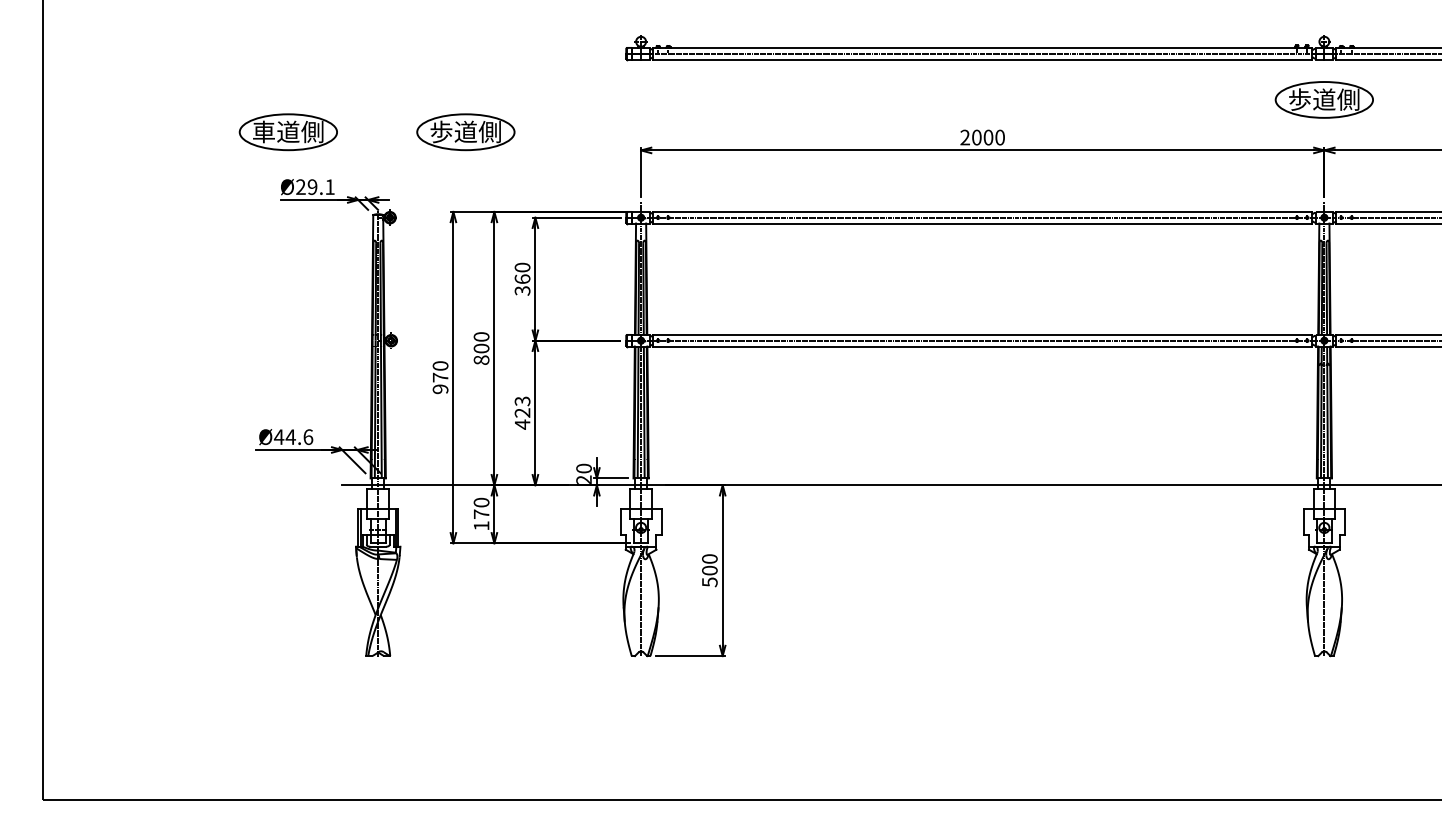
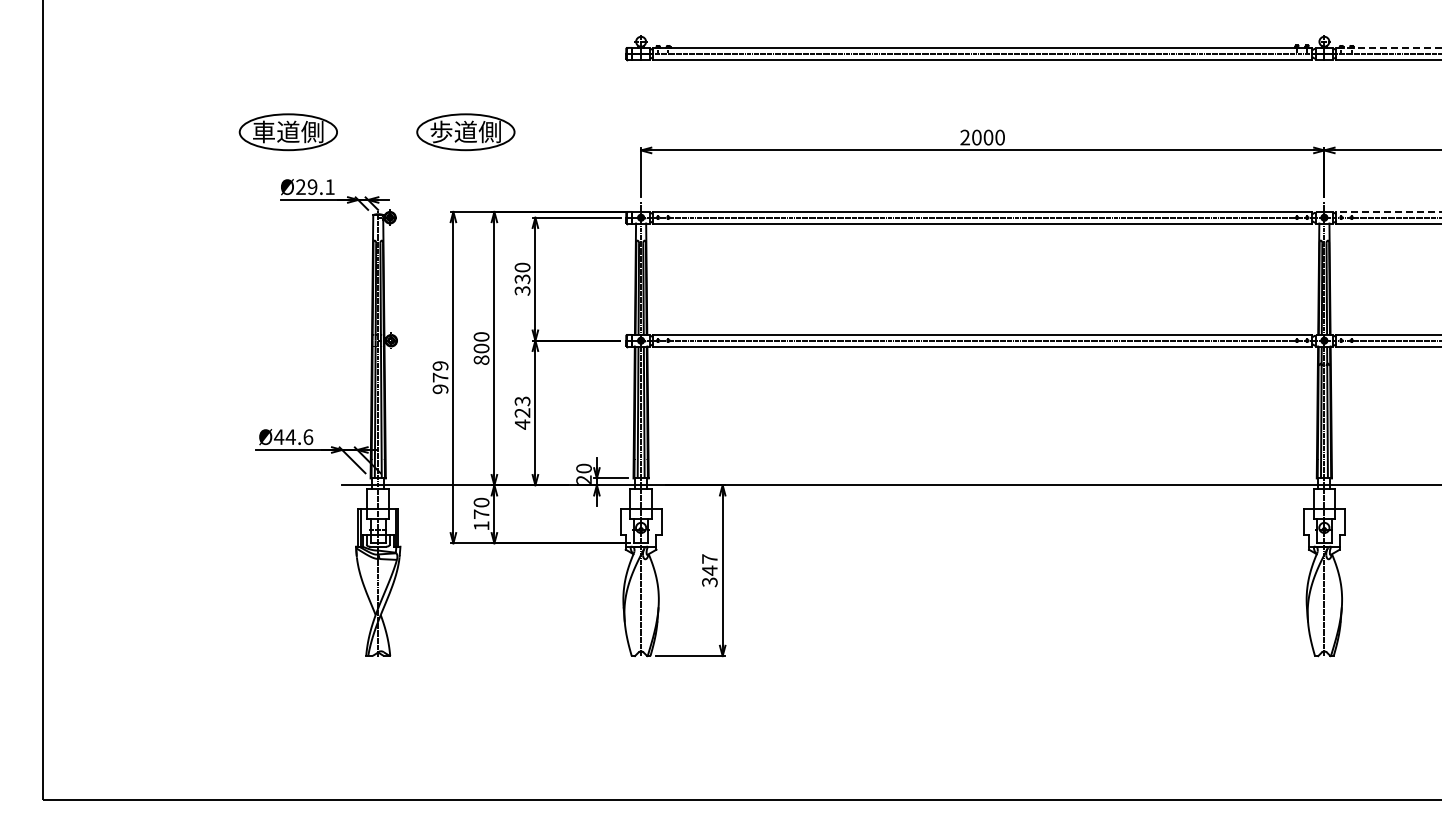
line at (1389, 48): solid -> dashed
part at (1323, 99): present -> none
line at (1388, 211): solid -> dashed
text at (522, 279): 360 -> 330
text at (440, 365): 970 -> 979
text at (709, 570): 500 -> 347
